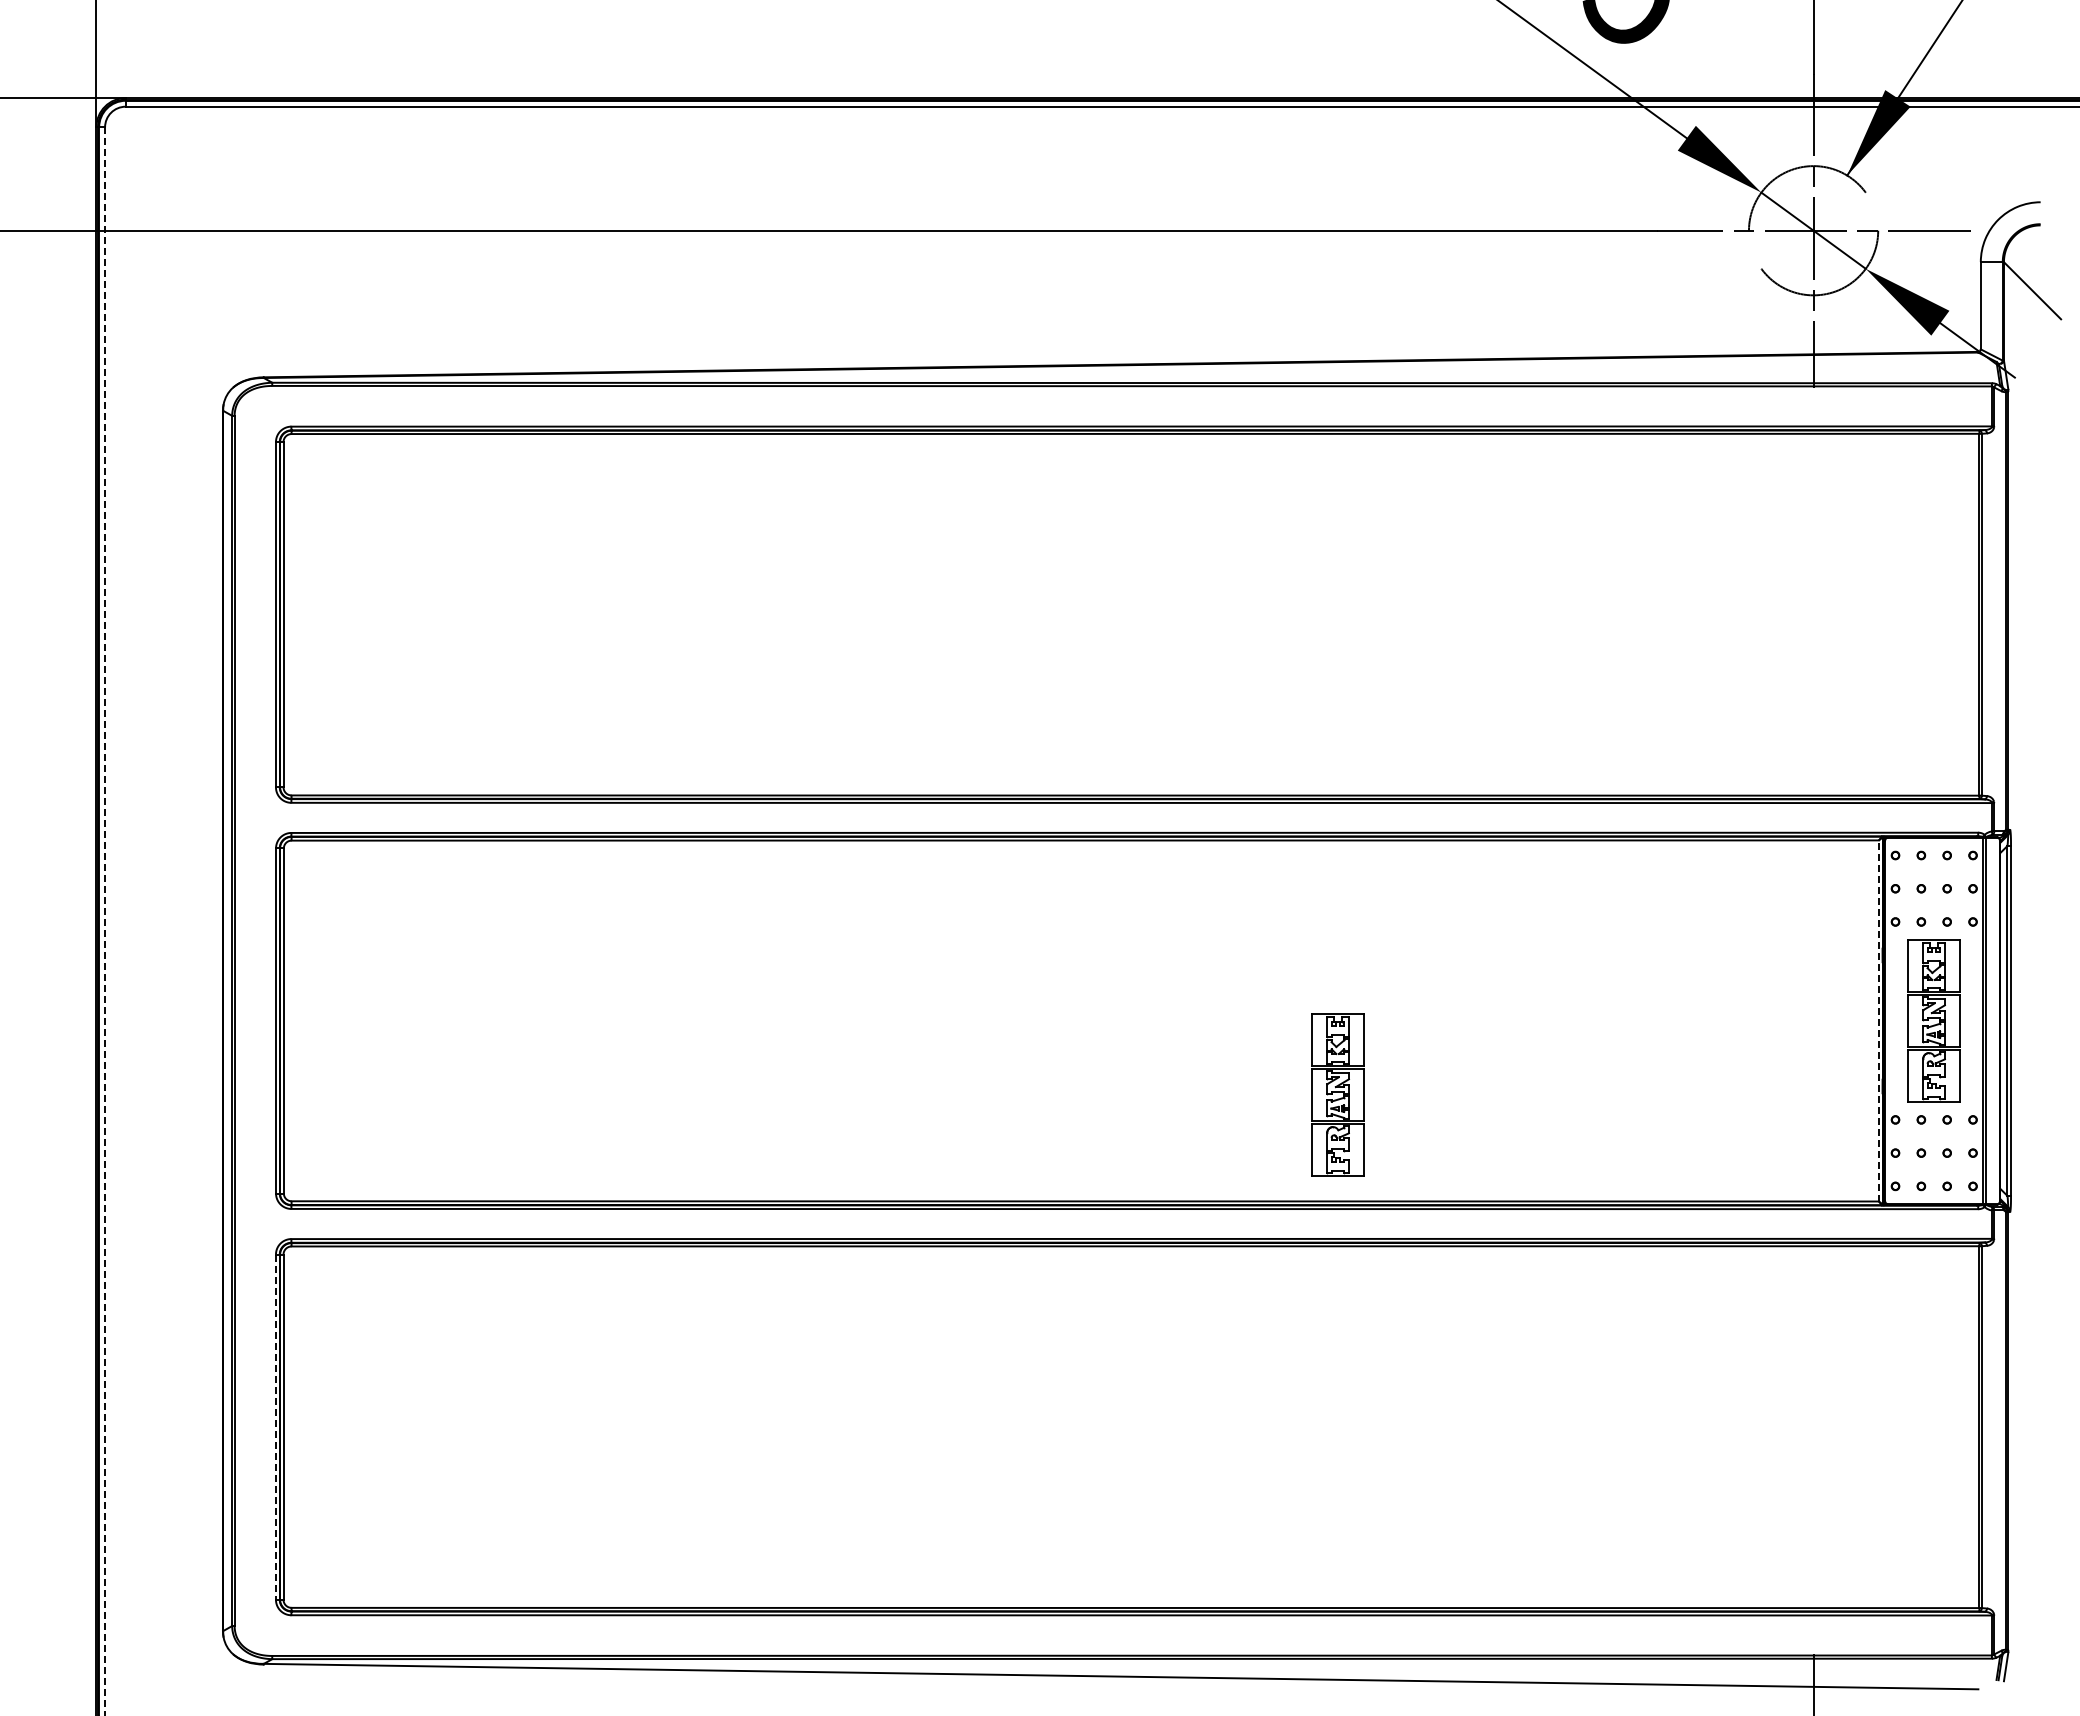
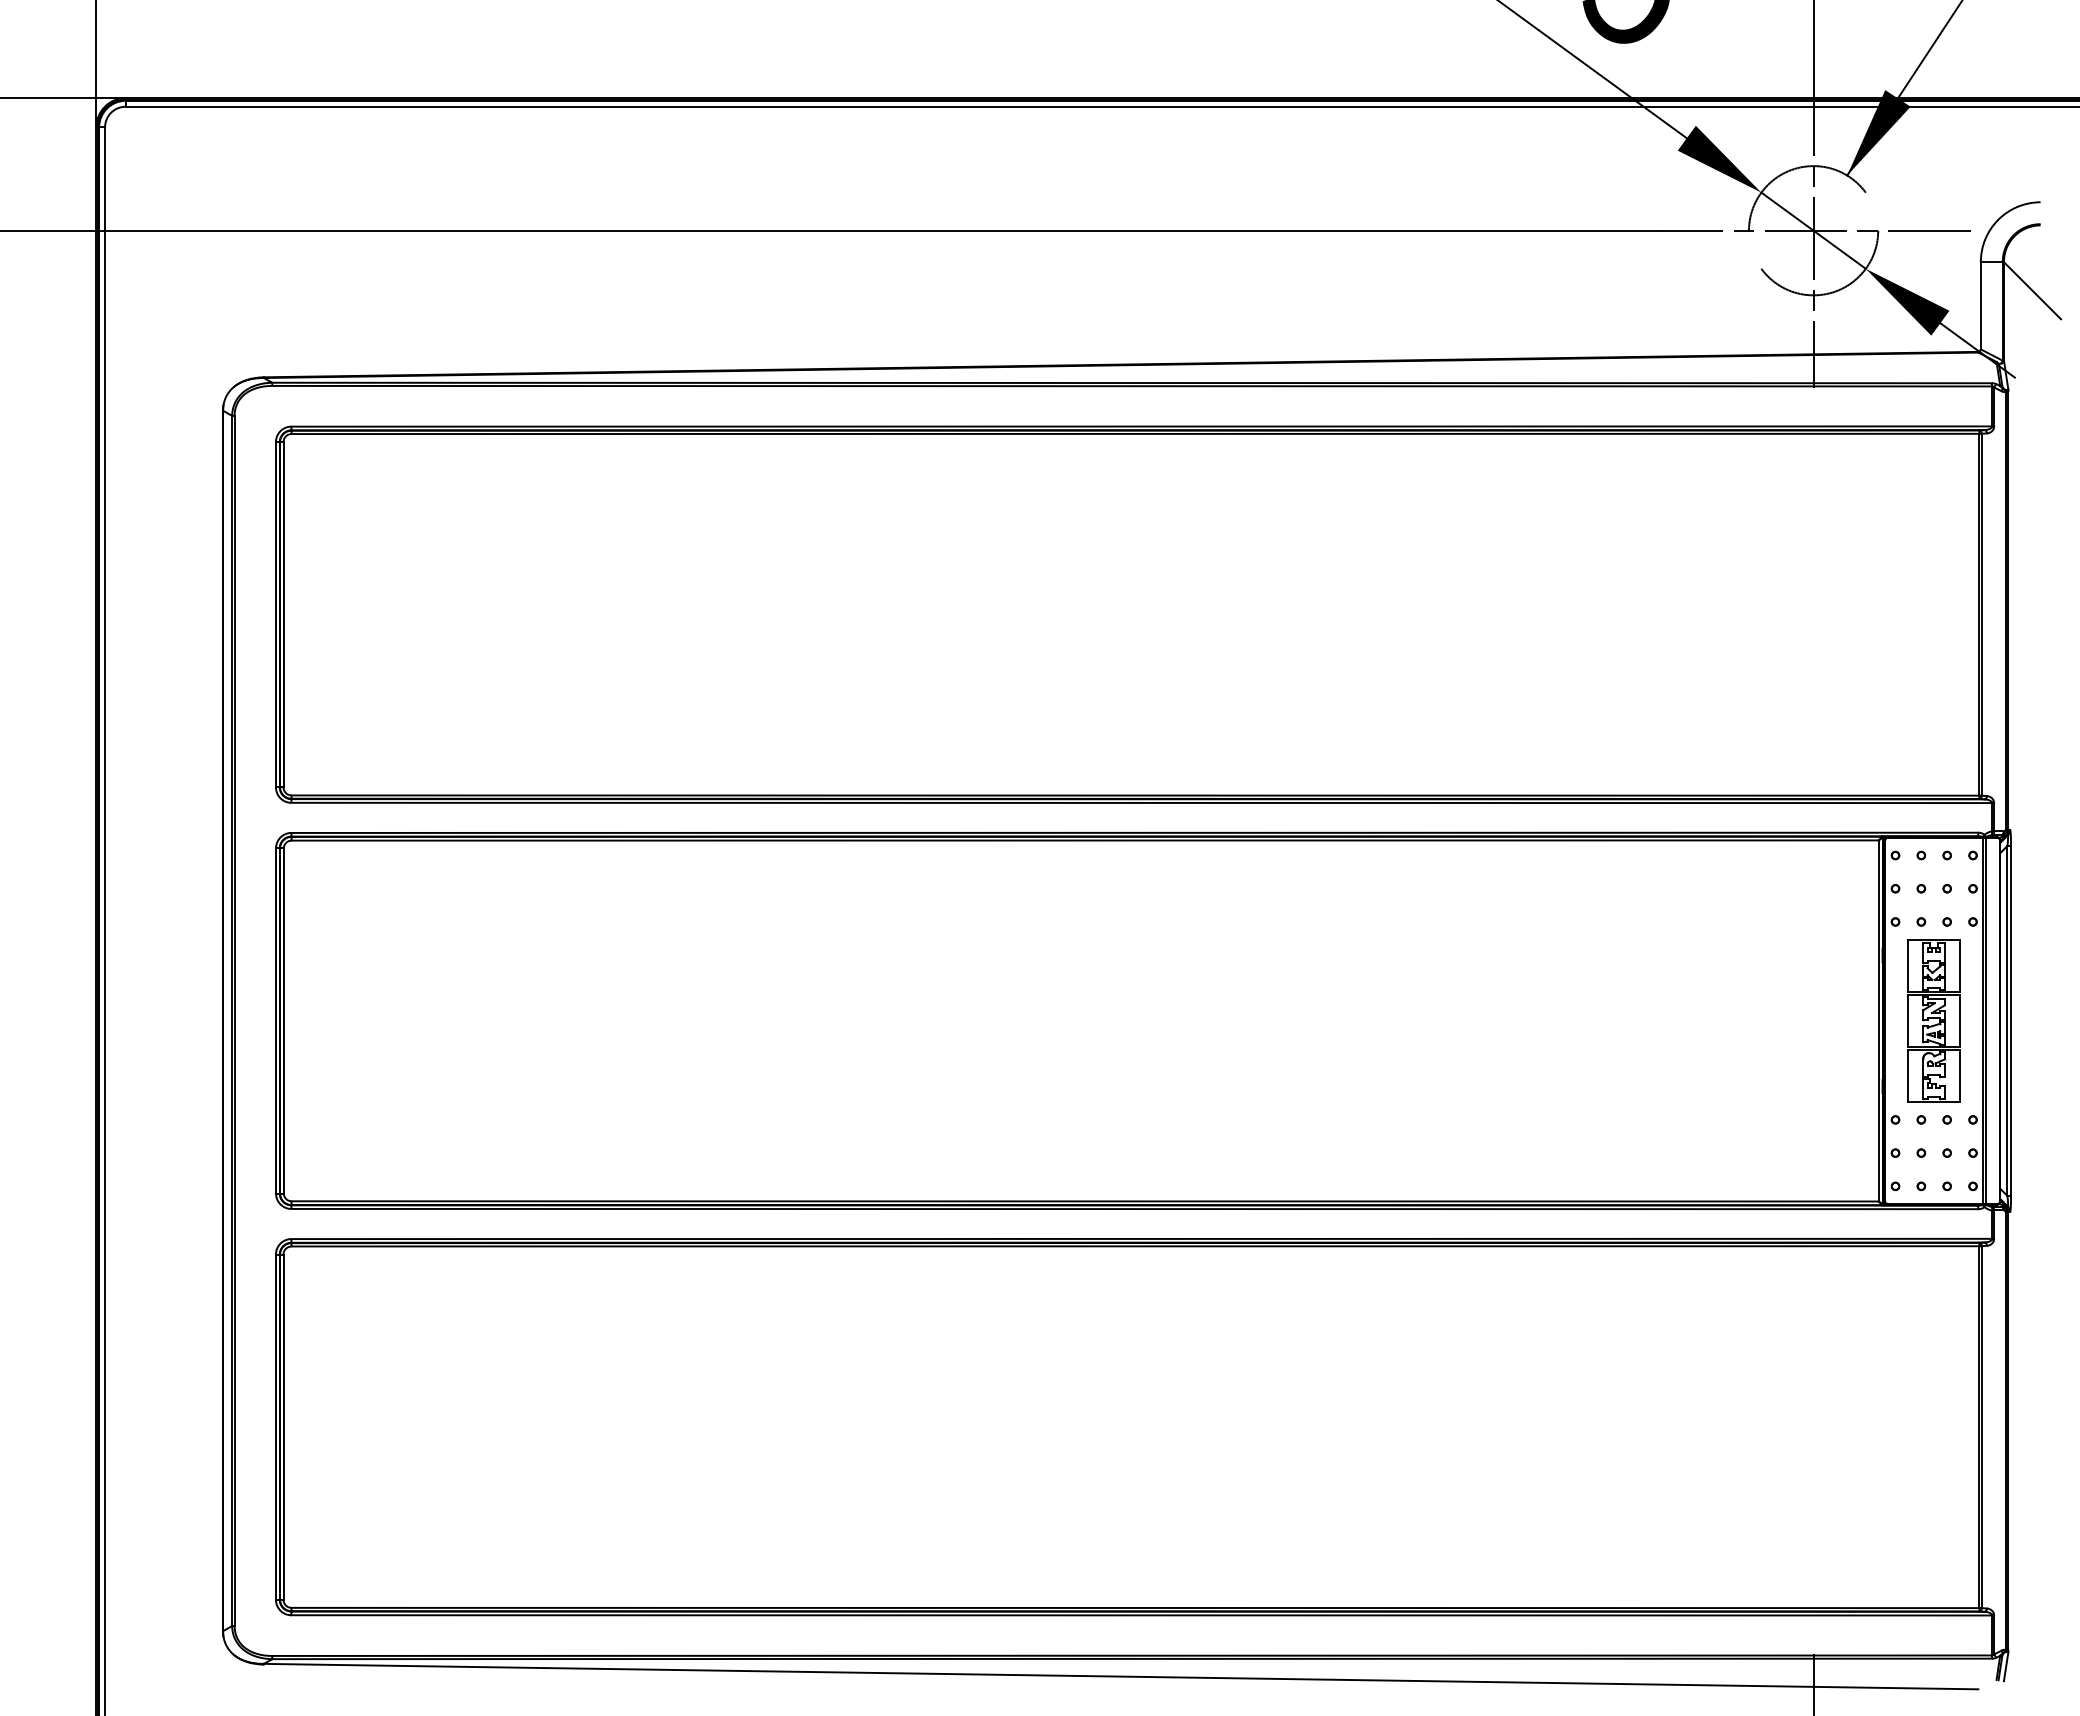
line at (105, 922): dashed -> solid
line at (1878, 1020): dashed -> solid
part at (1337, 1094): present -> none
line at (275, 1427): dashed -> solid
